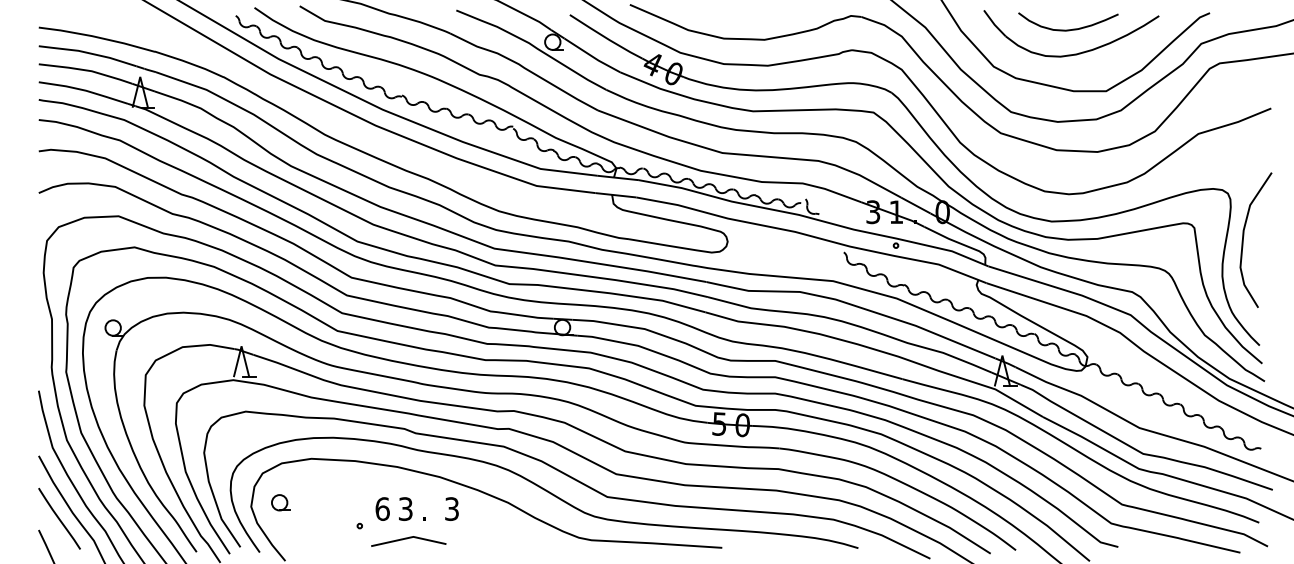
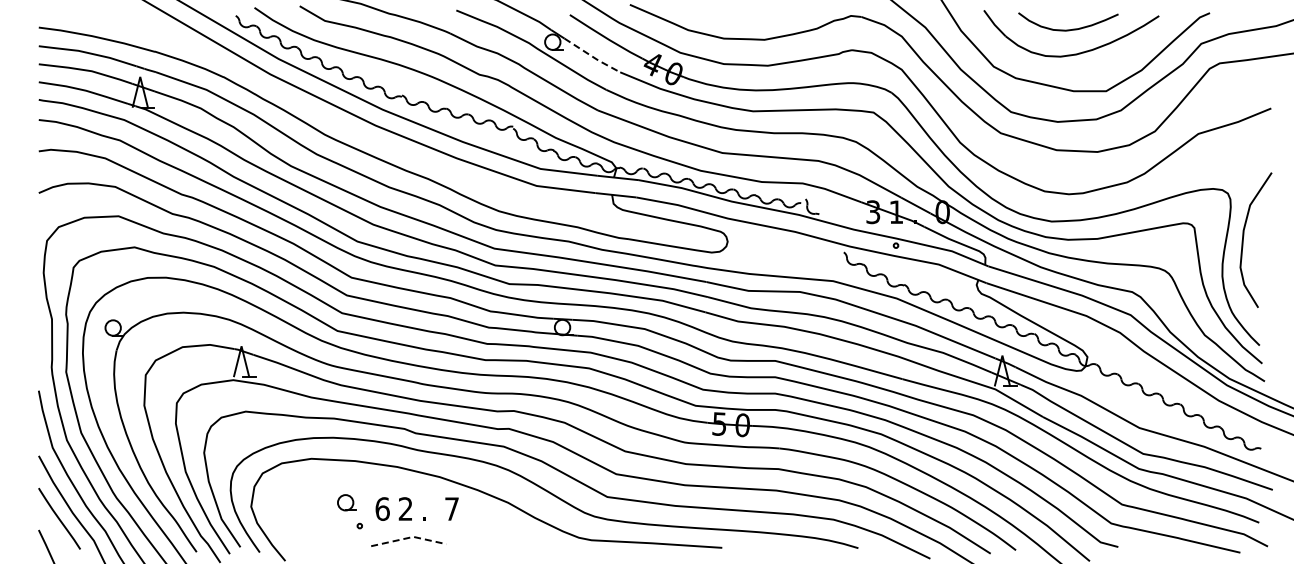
line at (592, 56): solid -> dashed
part at (280, 502) position: (280, 502) -> (346, 502)
text at (405, 509): 3 -> 2
text at (451, 509): 3 -> 7
line at (409, 537): solid -> dashed
